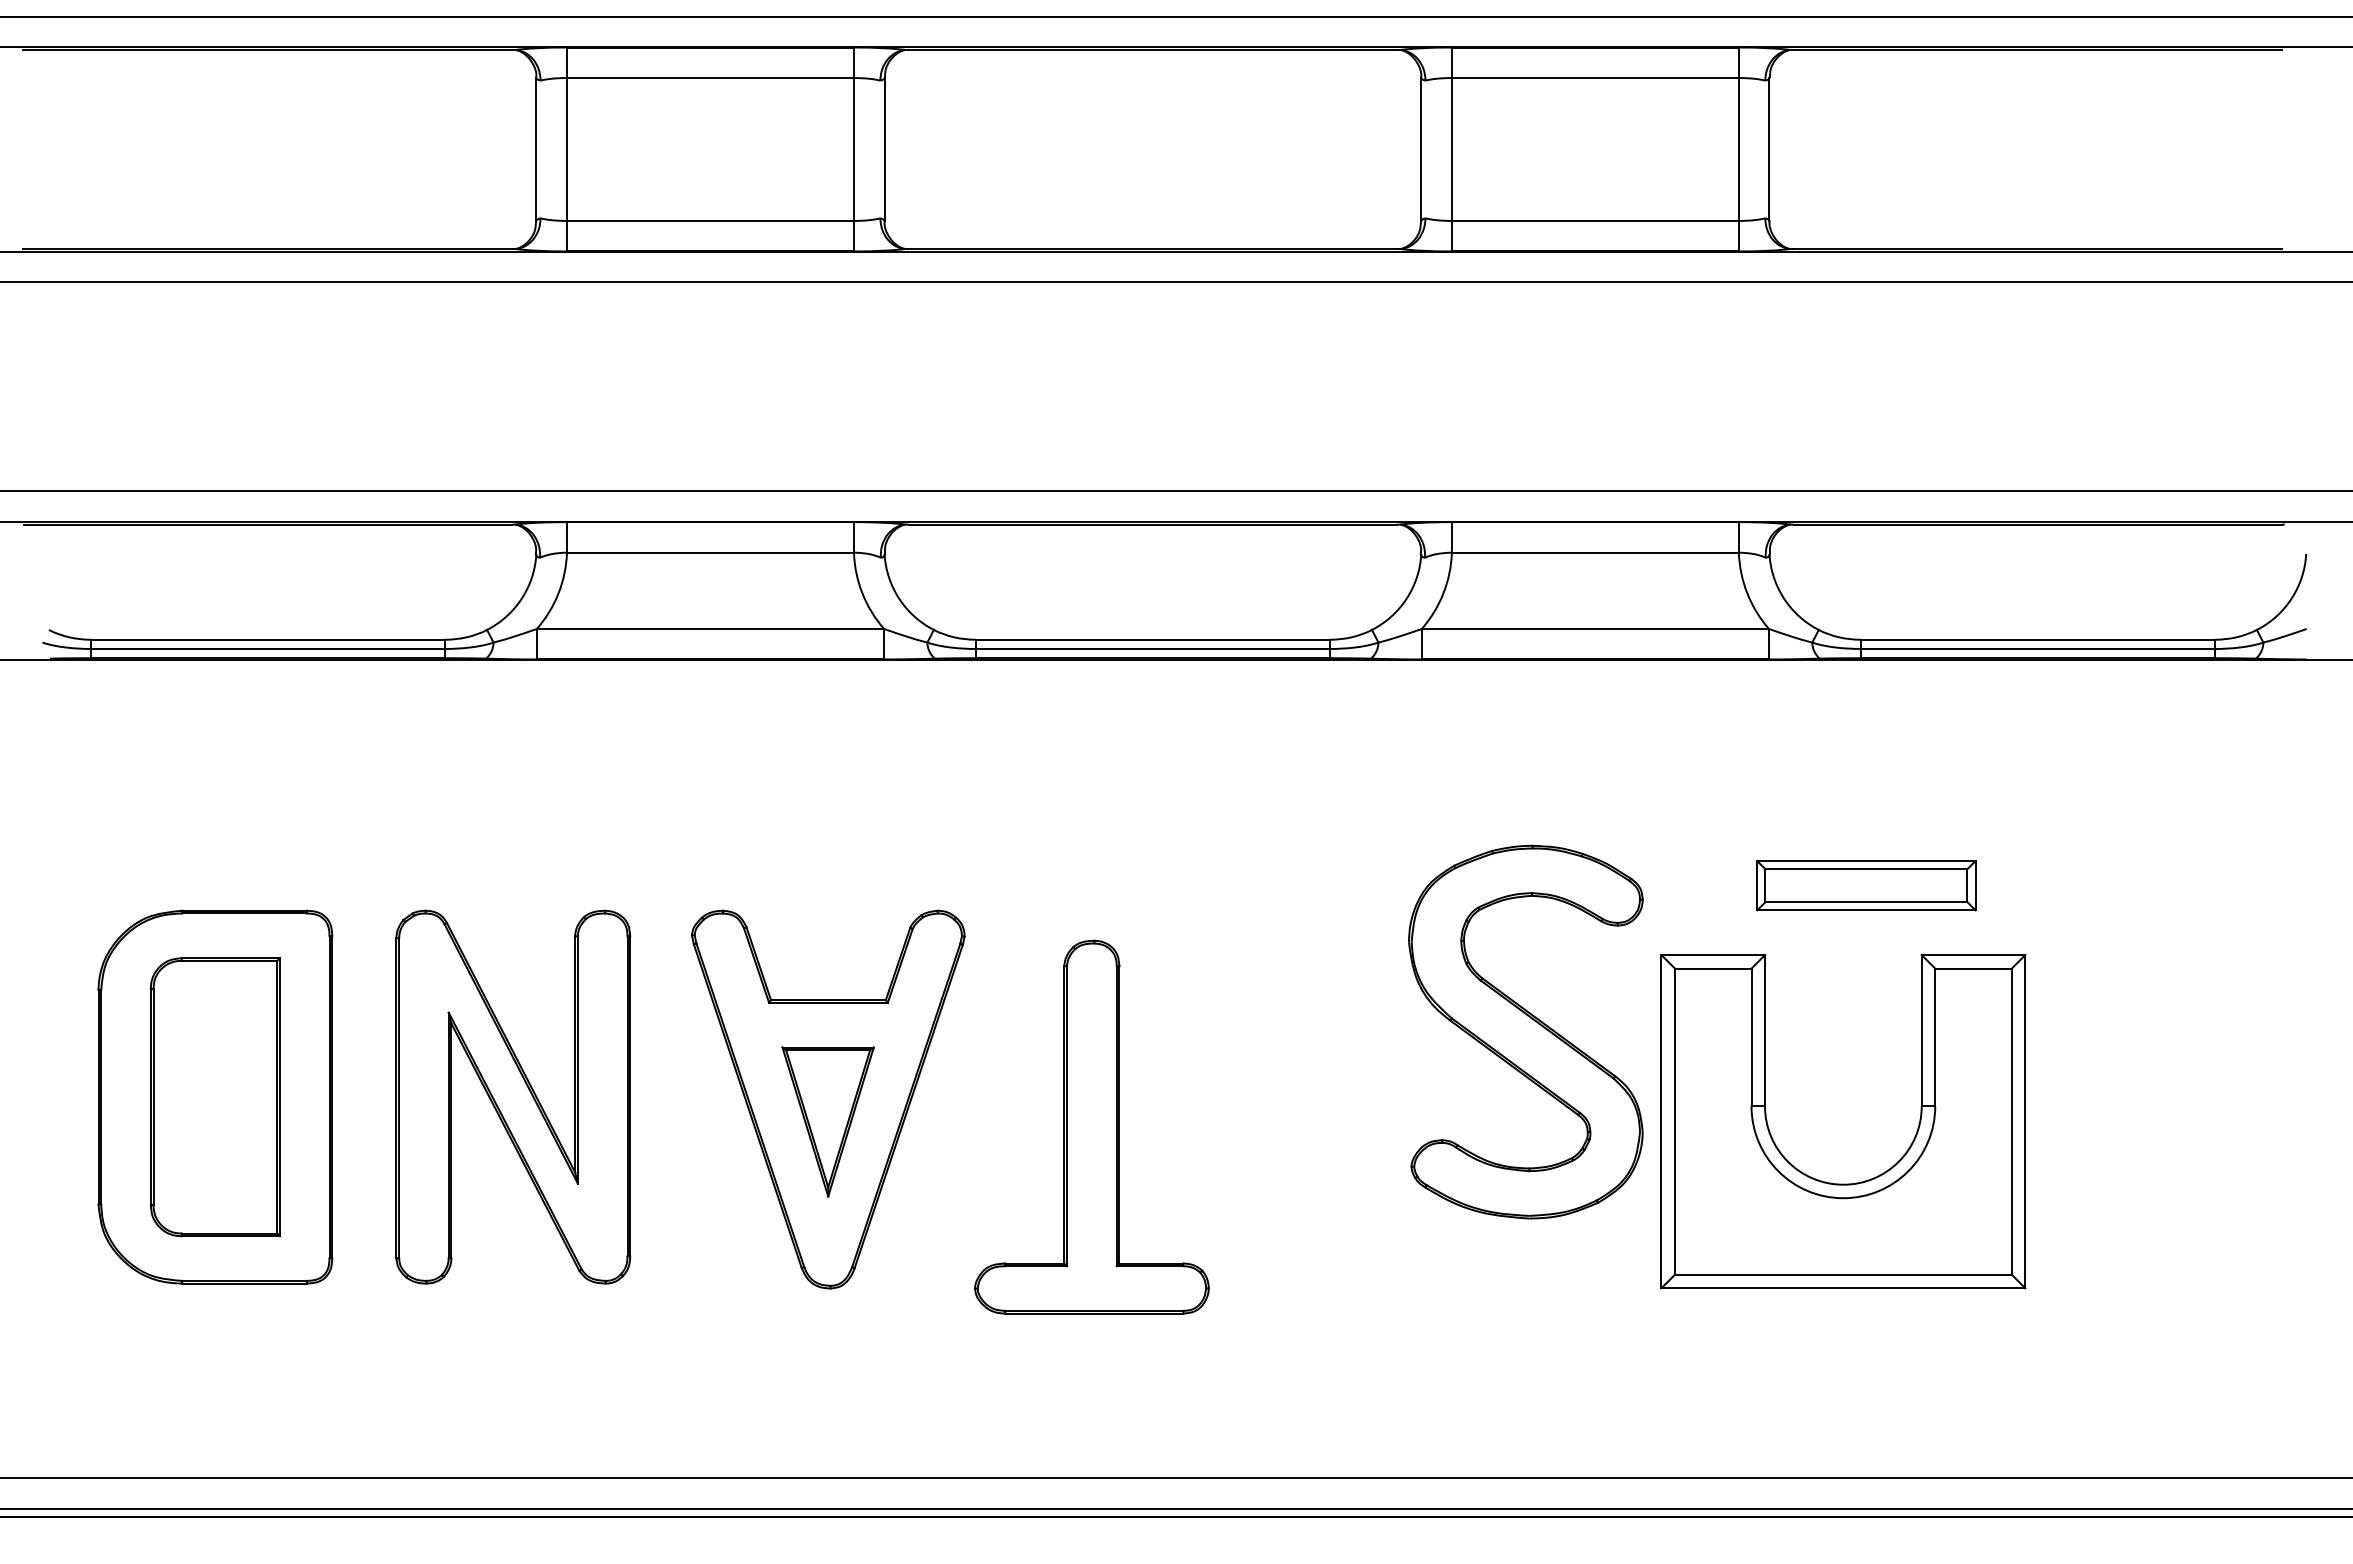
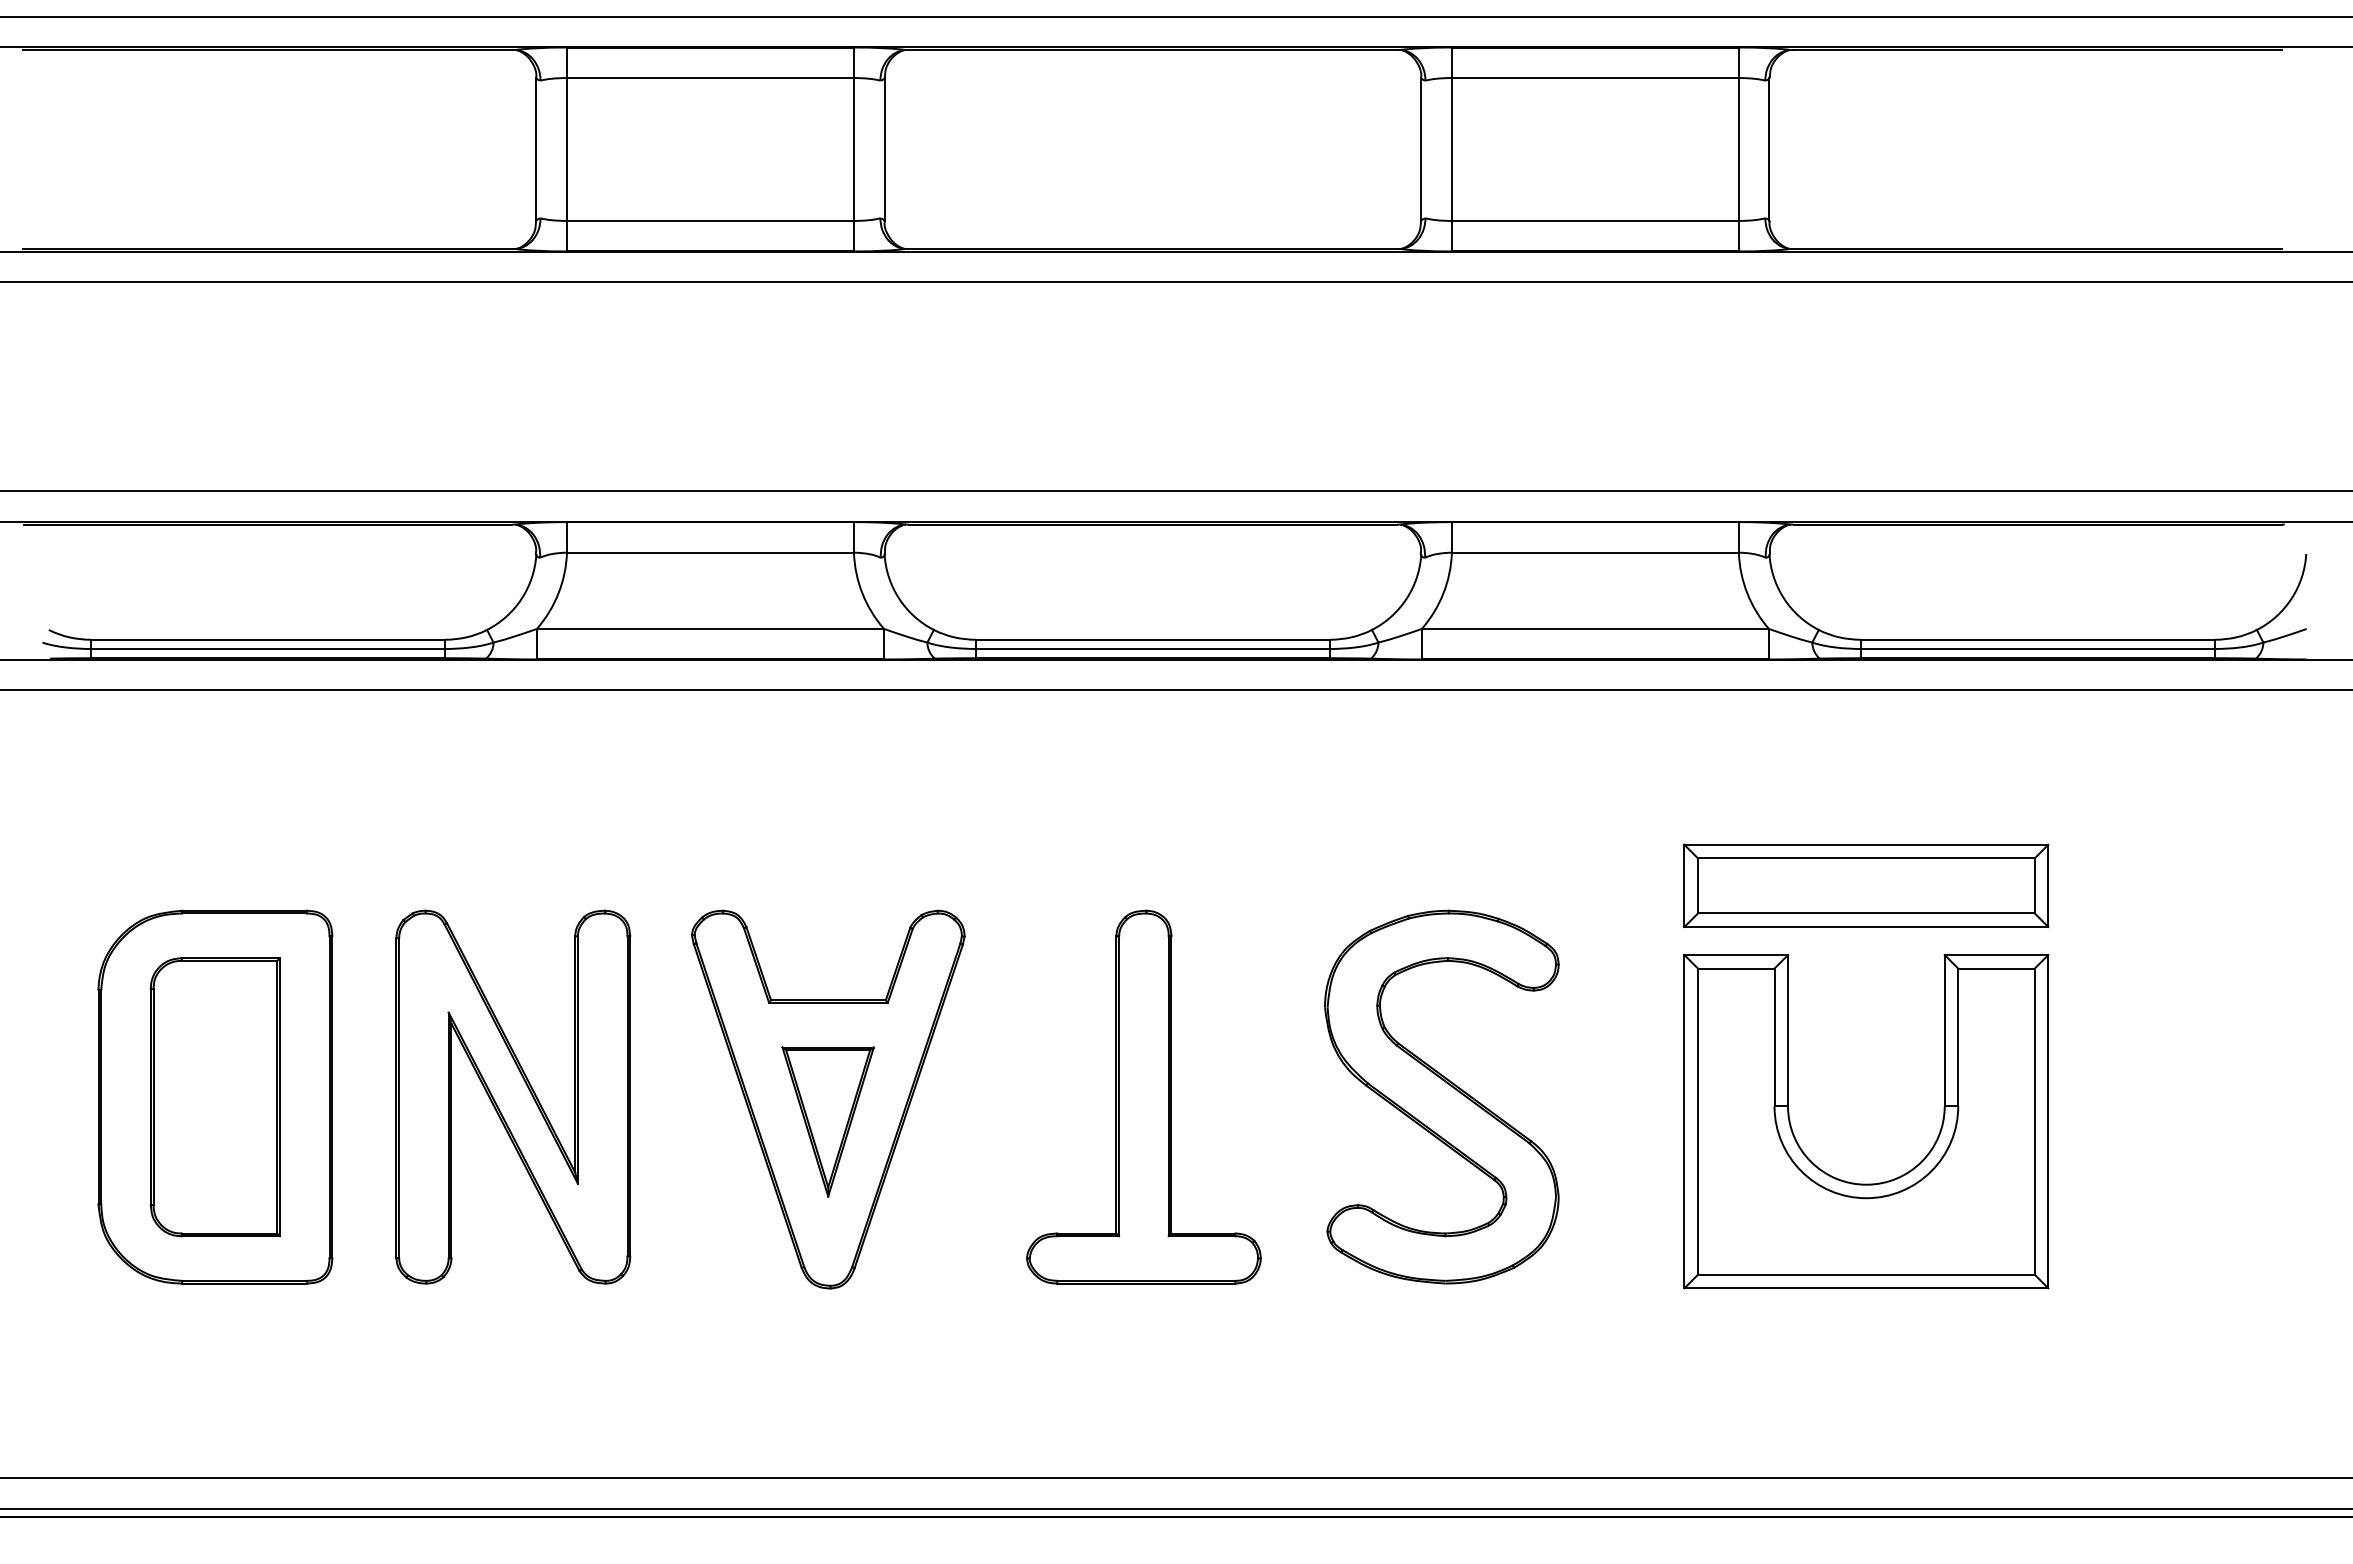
line at (1175, 690): none -> present
part at (1866, 885) size: 221x52 px -> 367x85 px
part at (1525, 1031) position: (1525, 1031) -> (1441, 1096)
part at (1091, 1126) position: (1091, 1126) -> (1143, 1096)
part at (1843, 1183) position: (1843, 1183) -> (1866, 1183)
